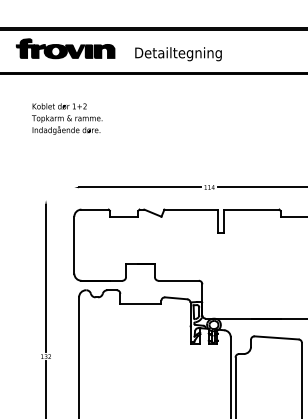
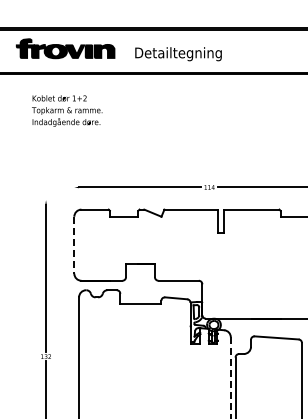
text at (67, 118) position: (67, 118) -> (67, 110)
line at (74, 245): solid -> dashed
line at (230, 378): solid -> dashed
